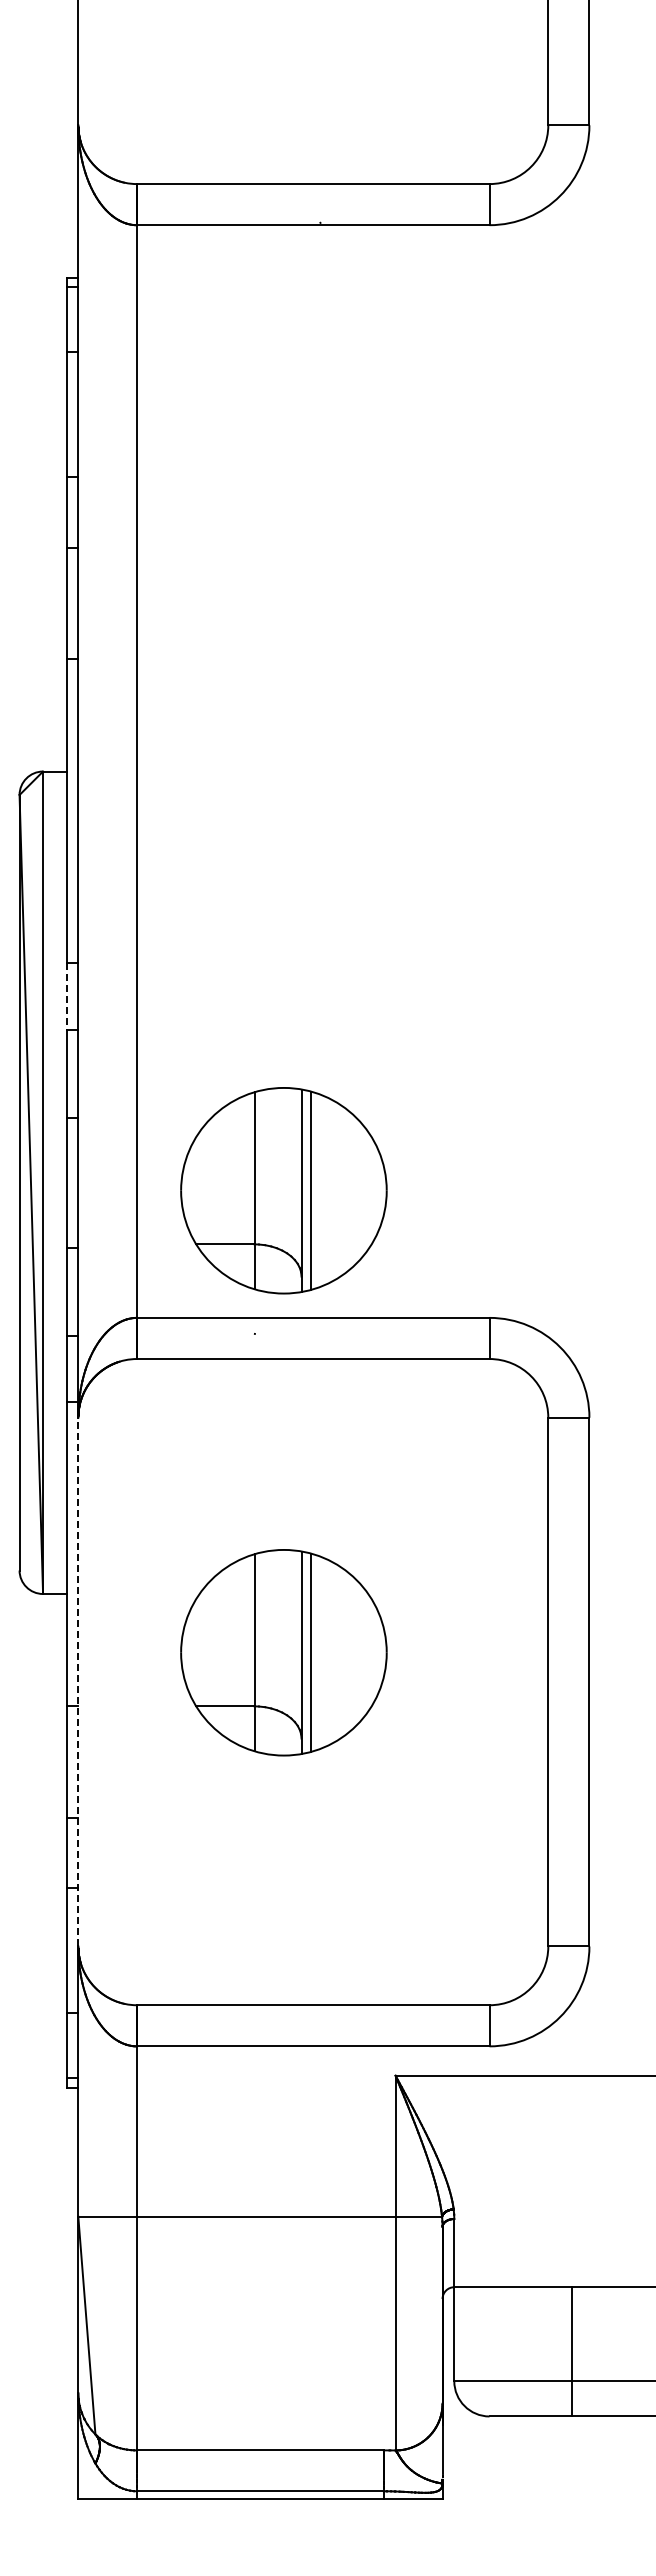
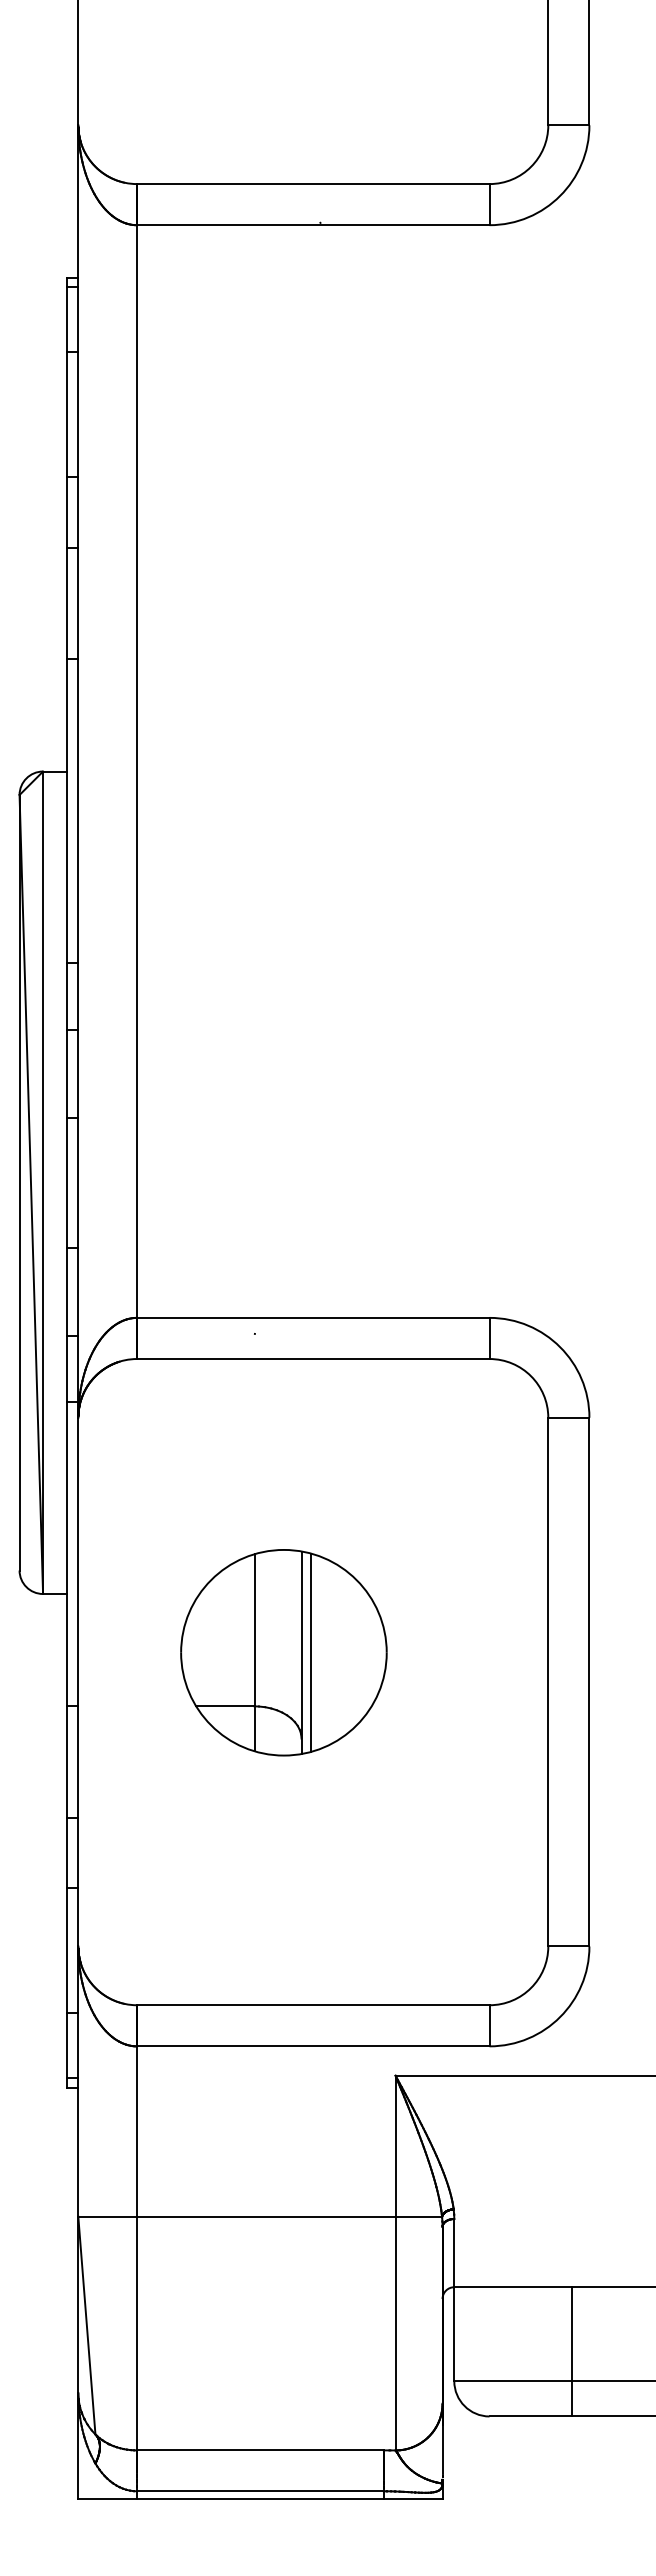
line at (66, 997): dashed -> solid
part at (283, 1190): present -> none
line at (78, 1681): dashed -> solid
